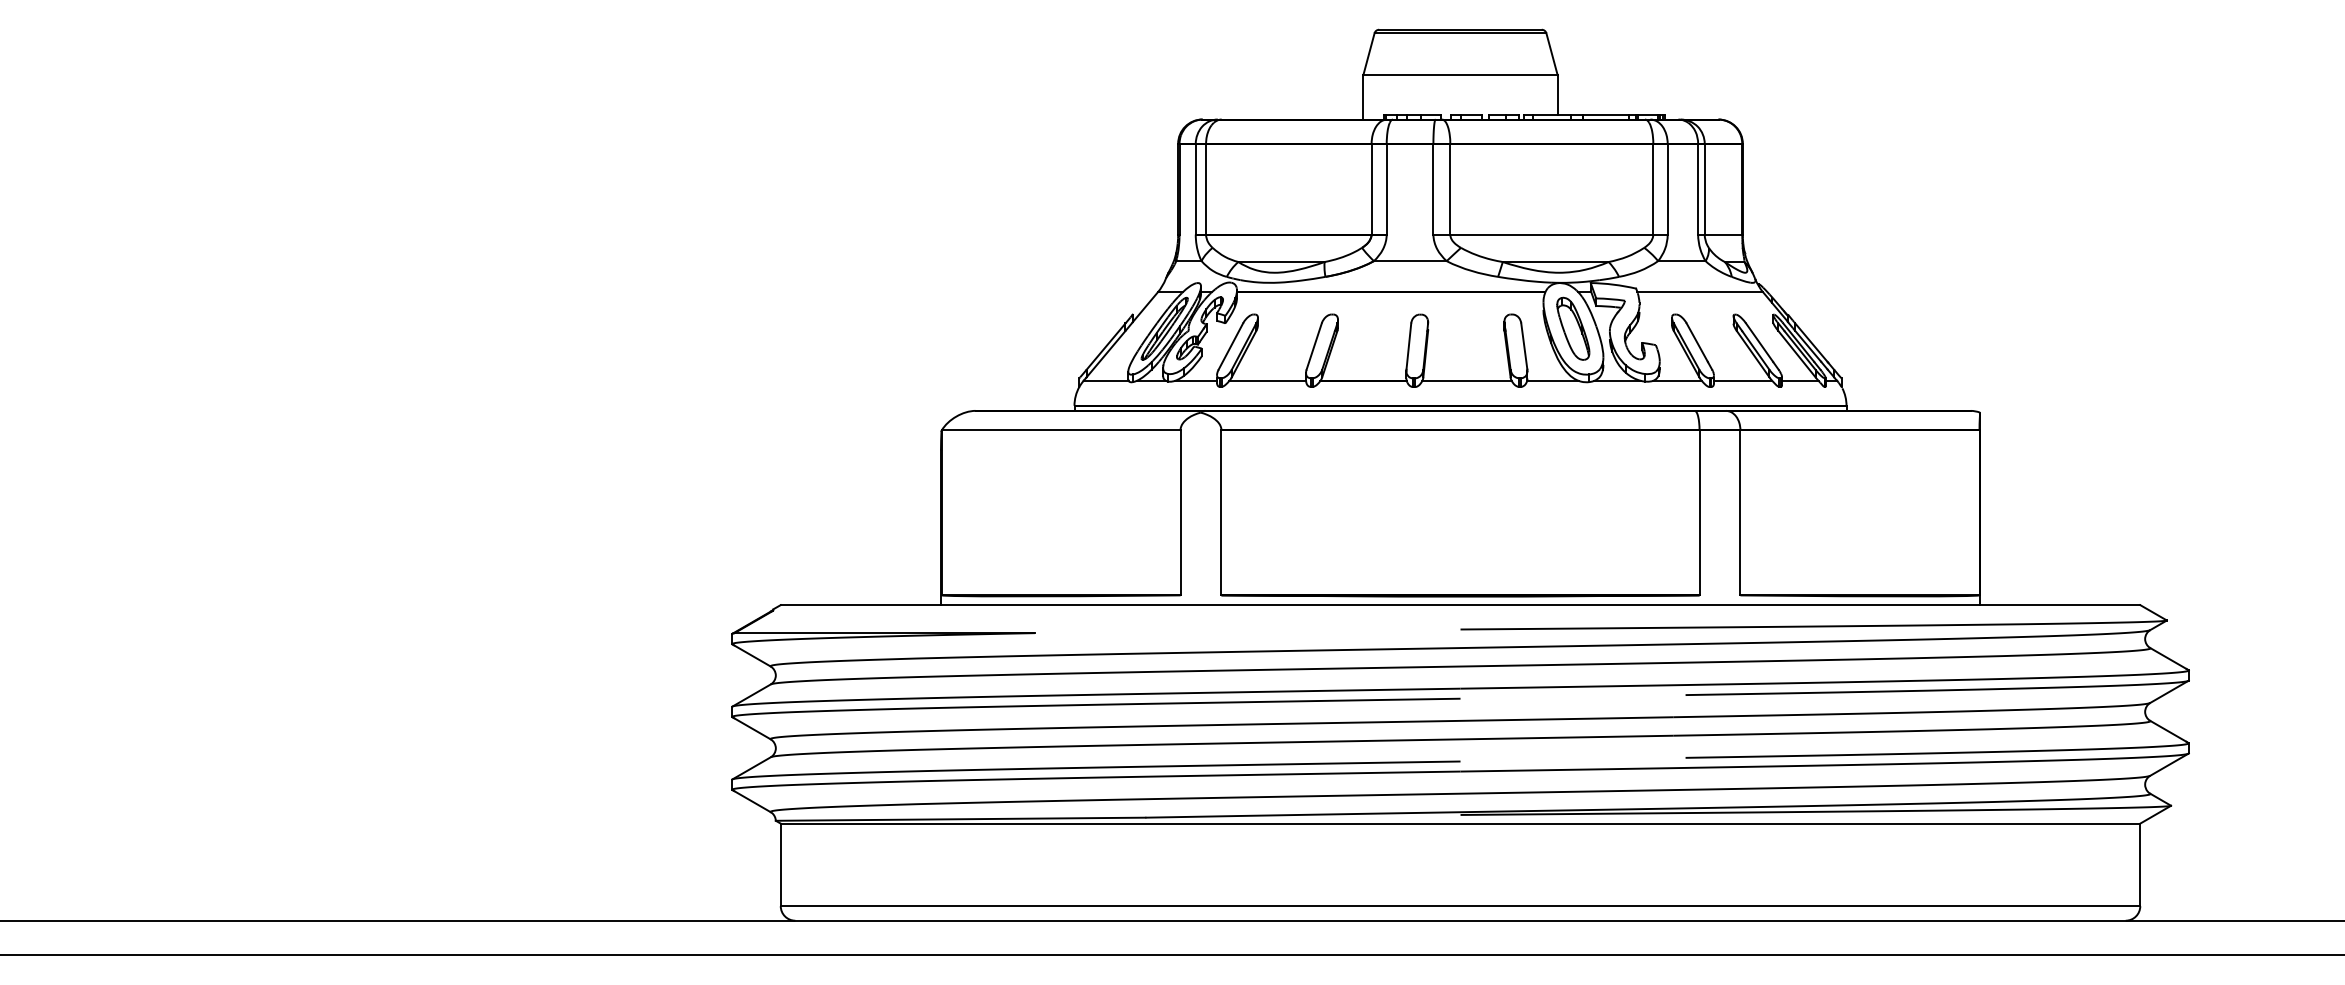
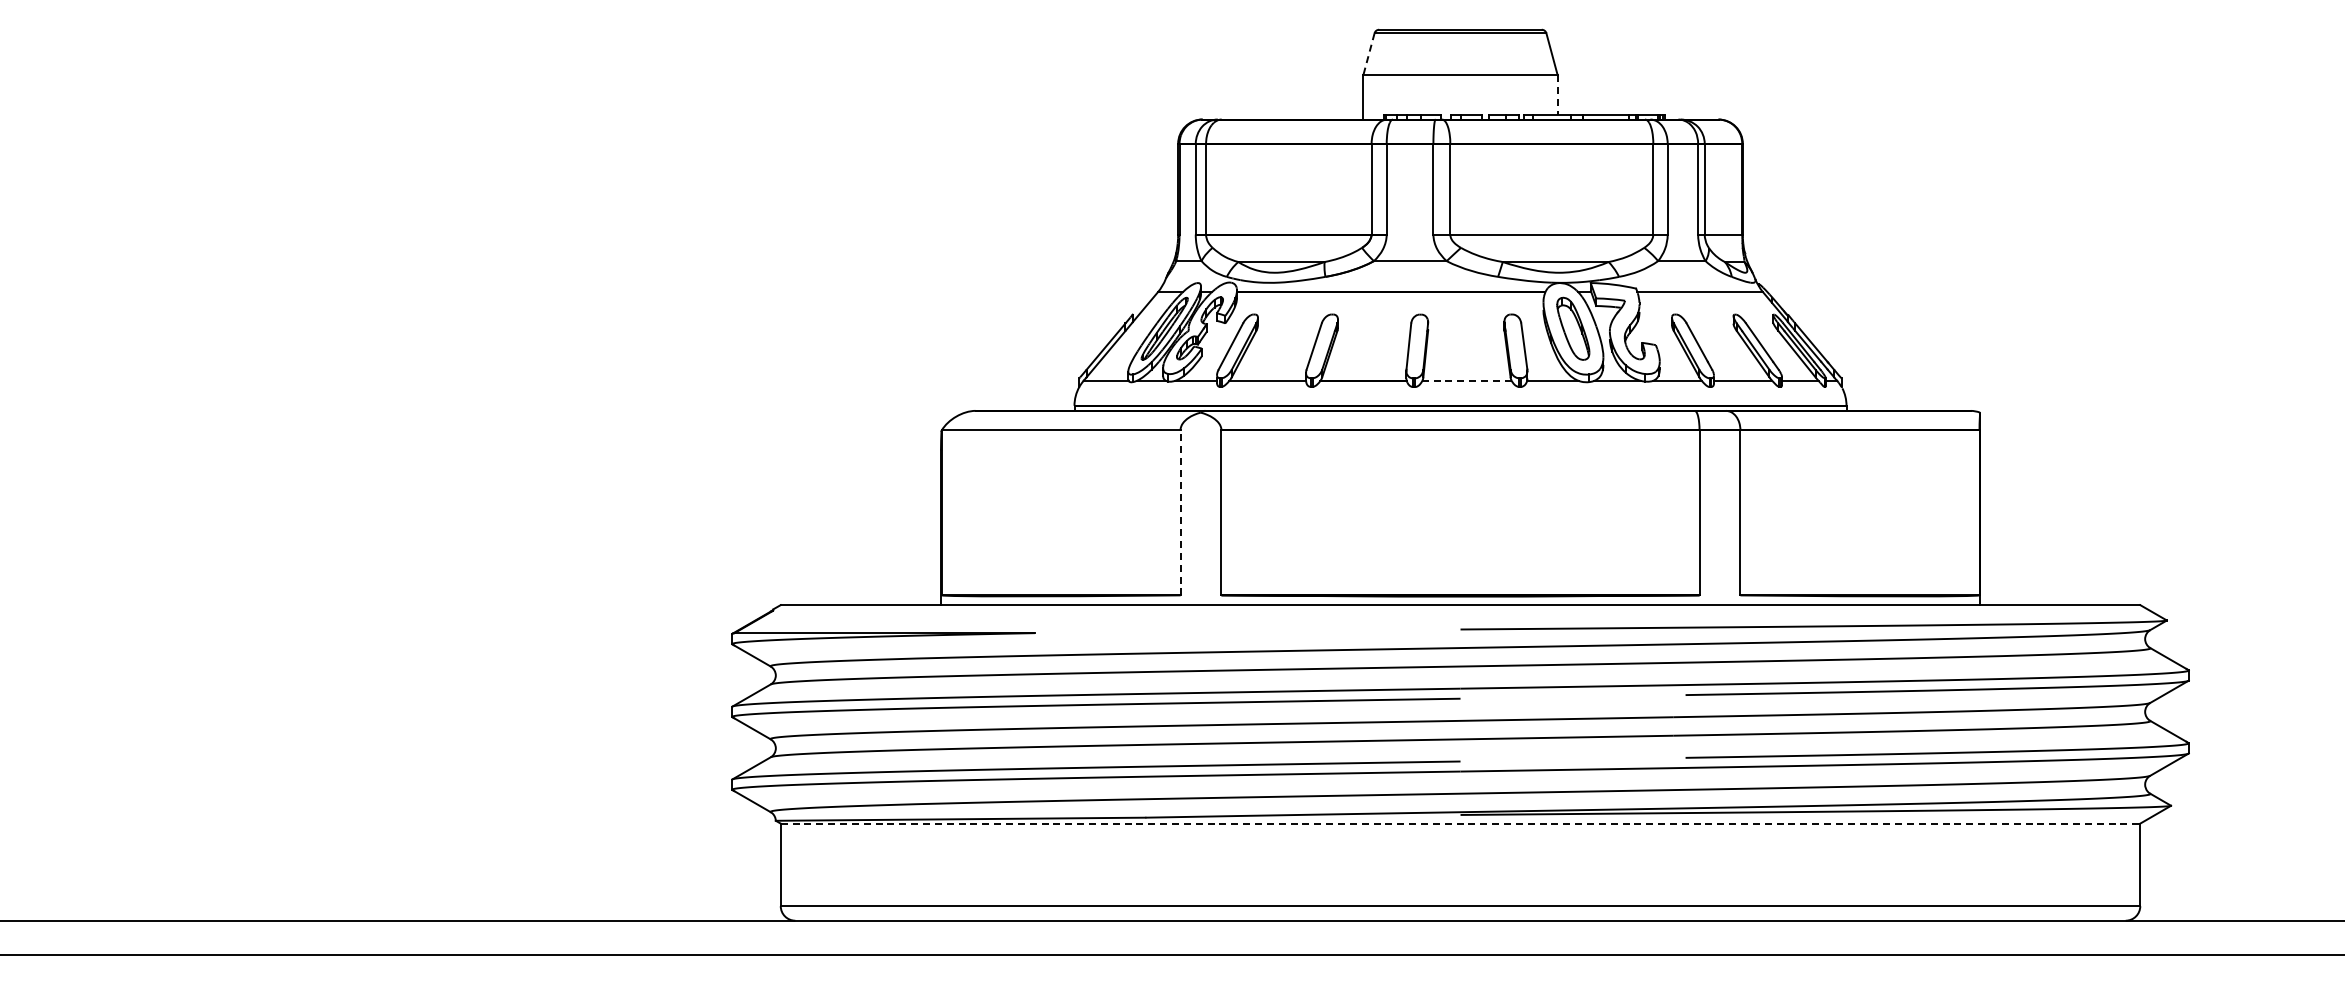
line at (1368, 54): solid -> dashed
line at (1557, 94): solid -> dashed
line at (1467, 380): solid -> dashed
line at (1180, 512): solid -> dashed
line at (1460, 823): solid -> dashed
